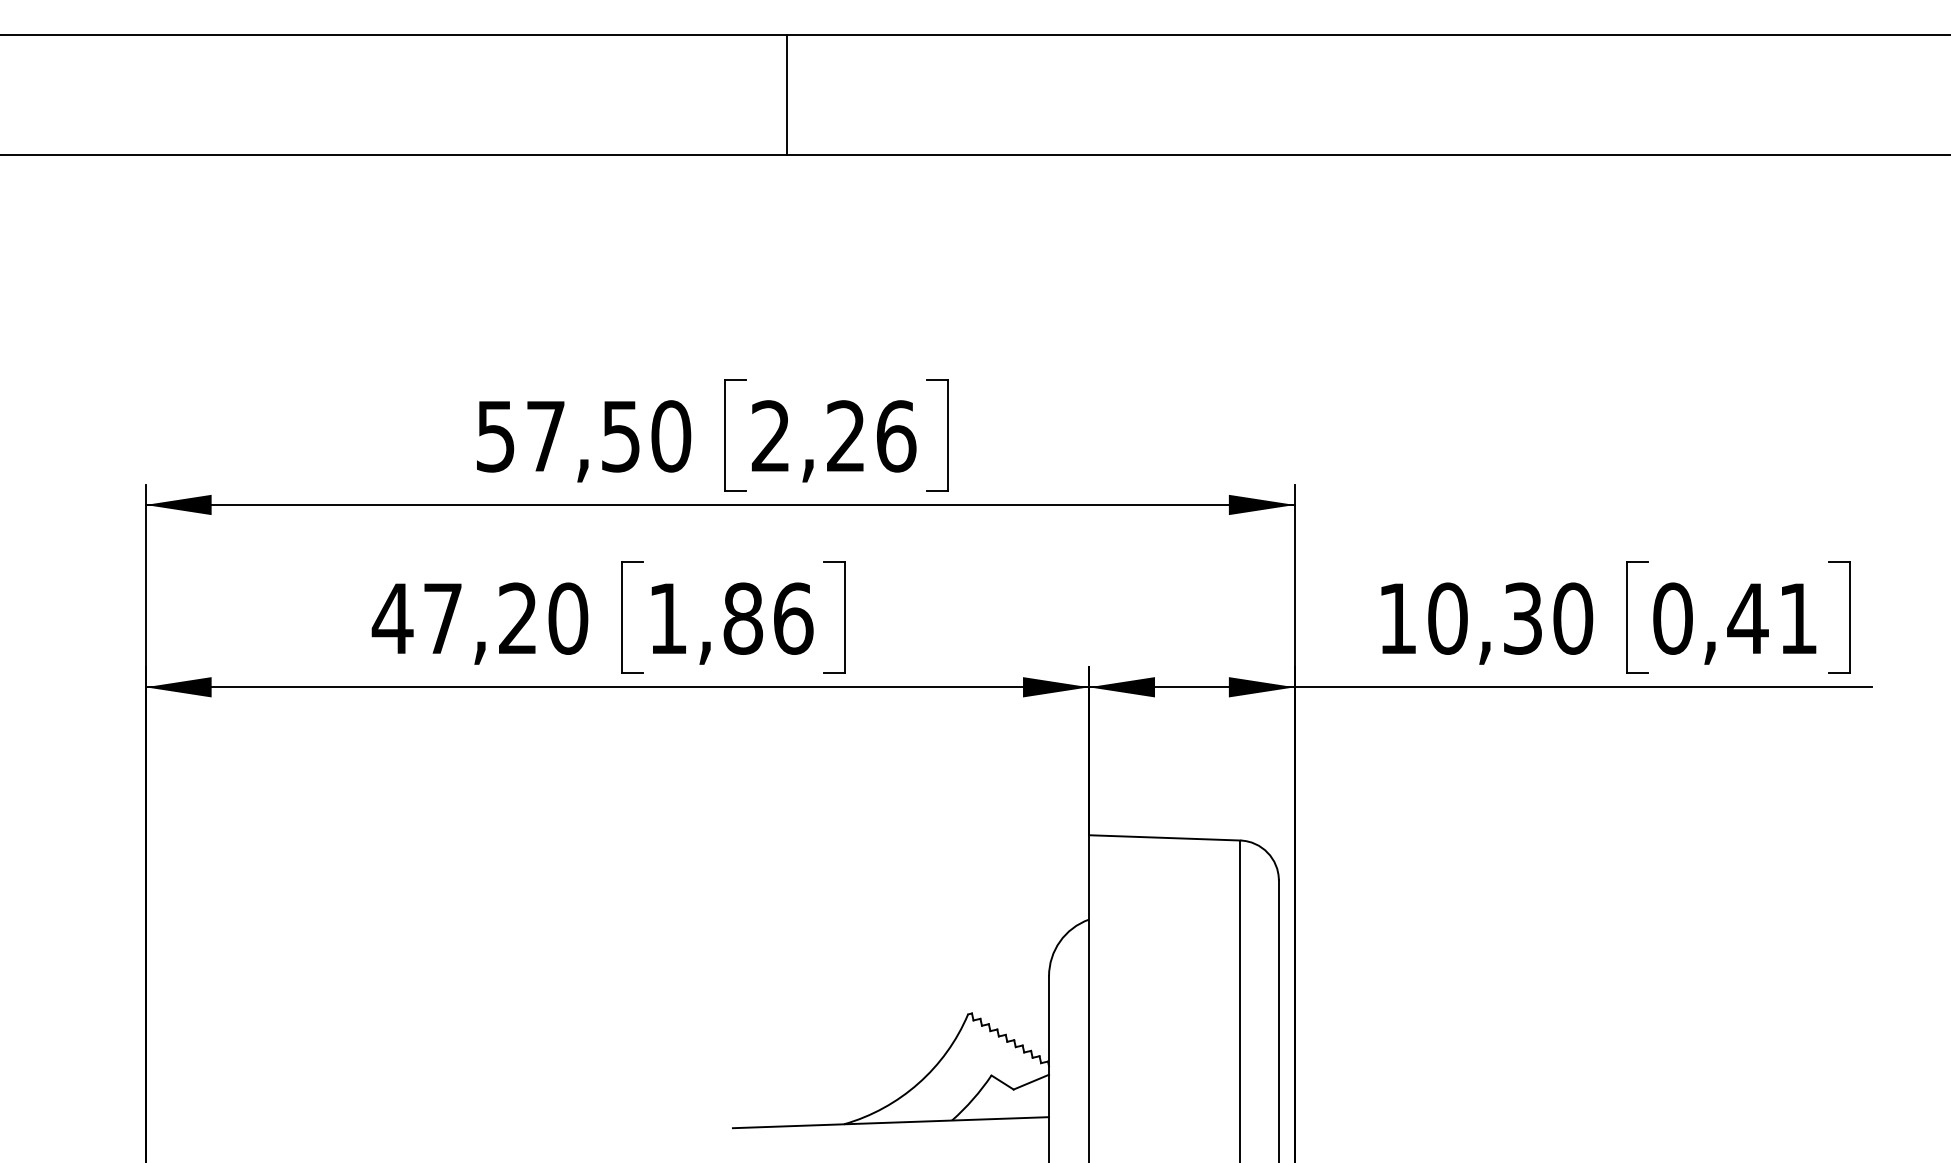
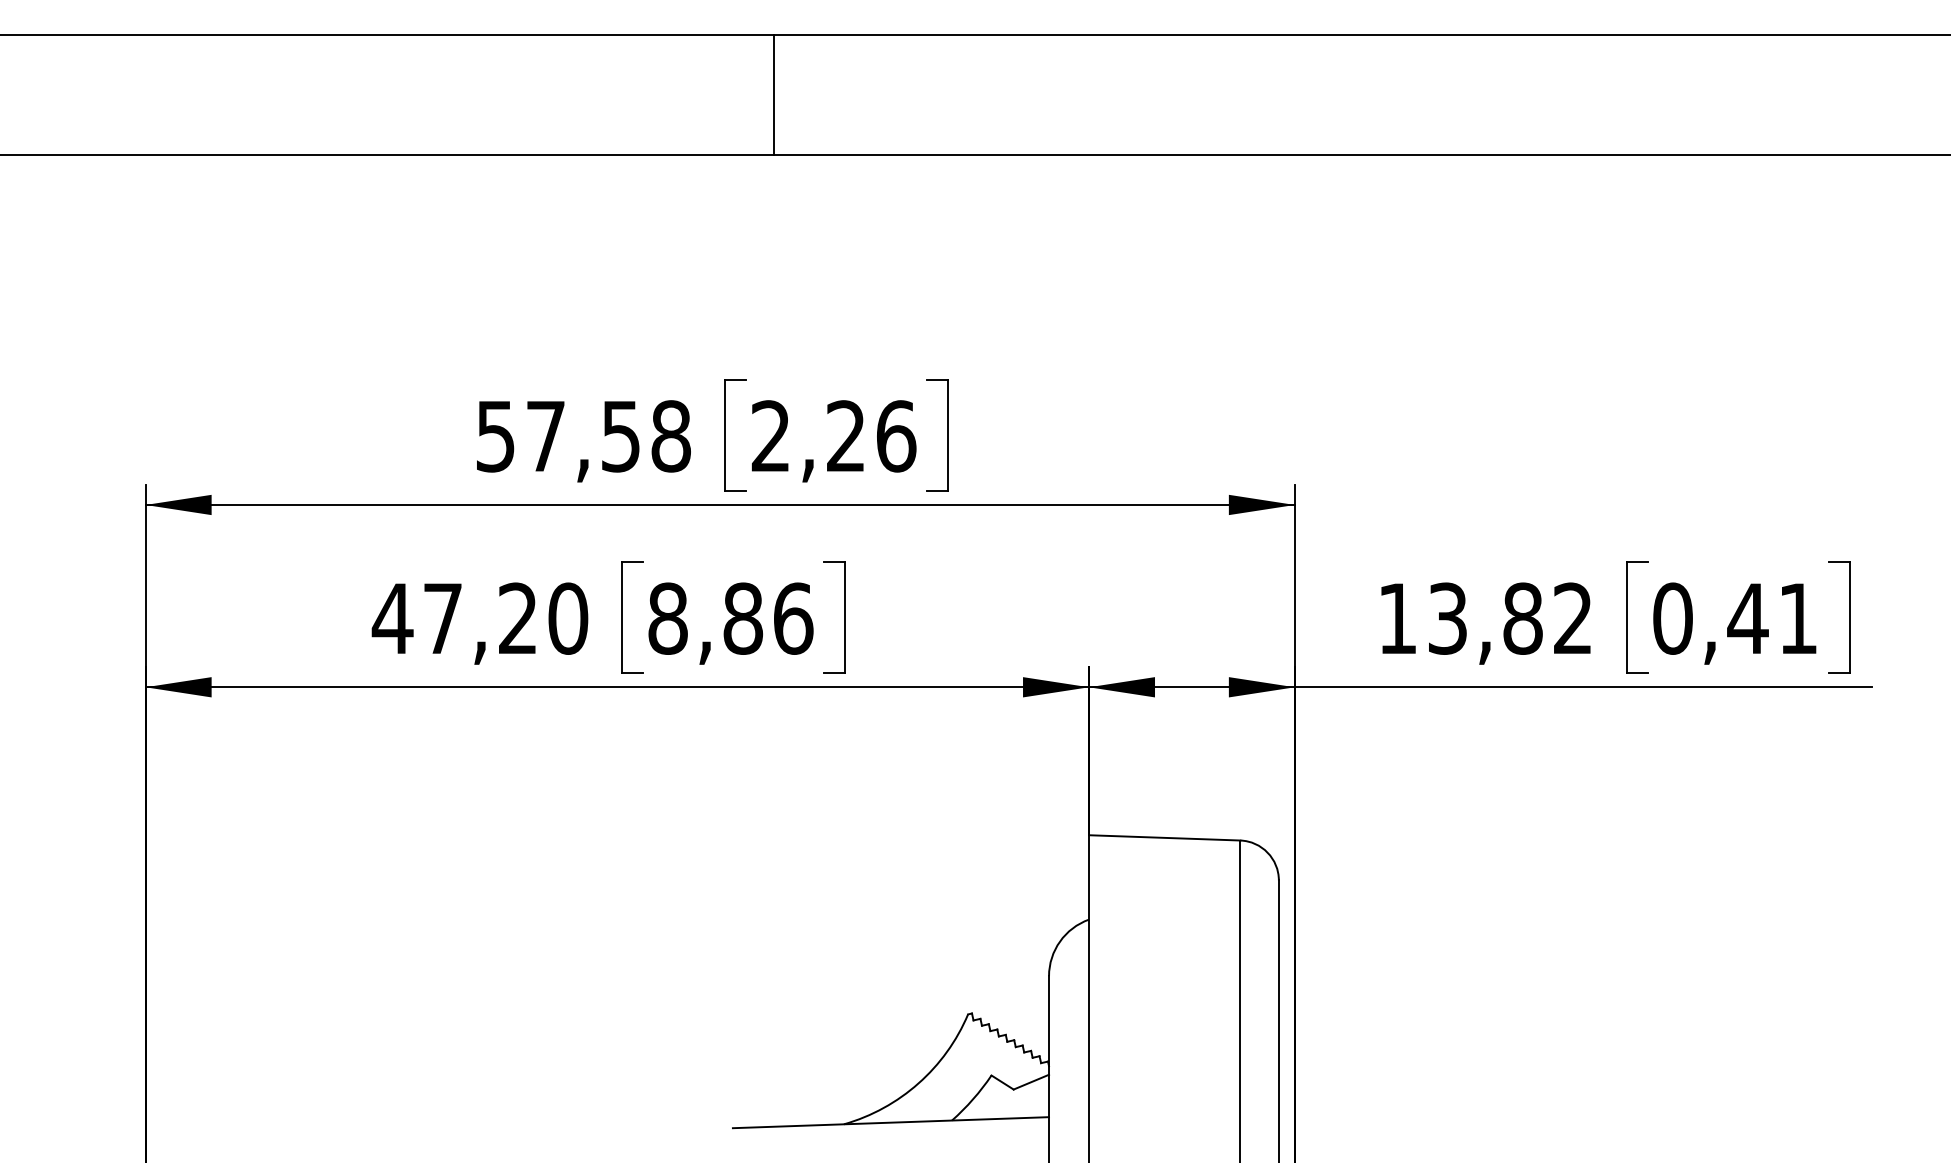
line at (787, 94) position: (787, 94) -> (774, 94)
text at (671, 436): 57,50 -> 57,58
text at (667, 618): 1,86 -> 8,86
text at (1510, 618): 10,30 -> 13,82
